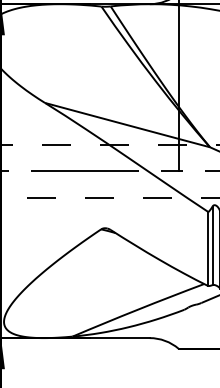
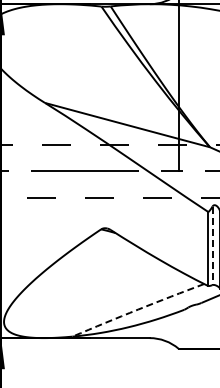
line at (212, 246): solid -> dashed
arc at (138, 309): solid -> dashed
